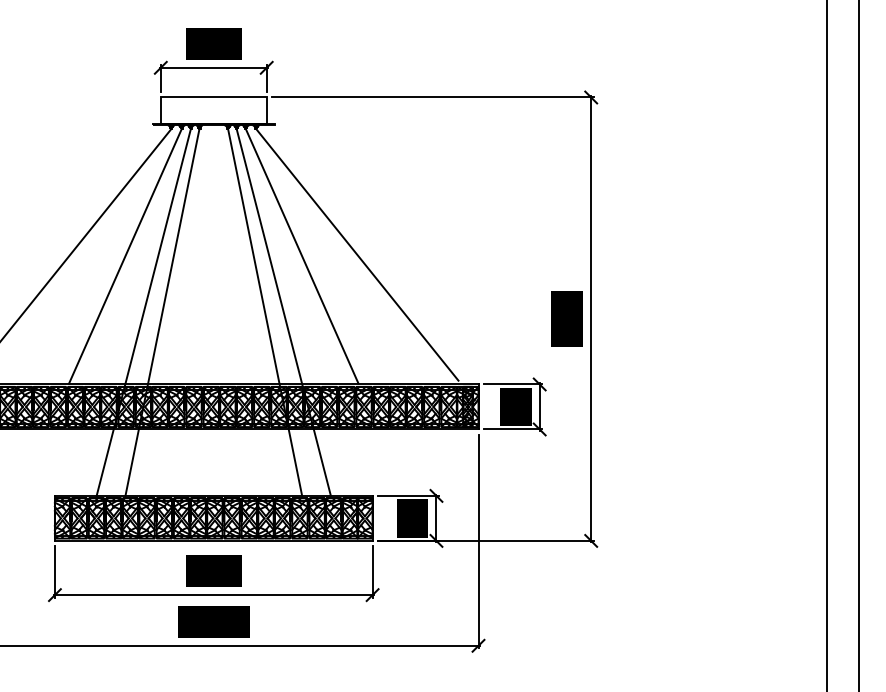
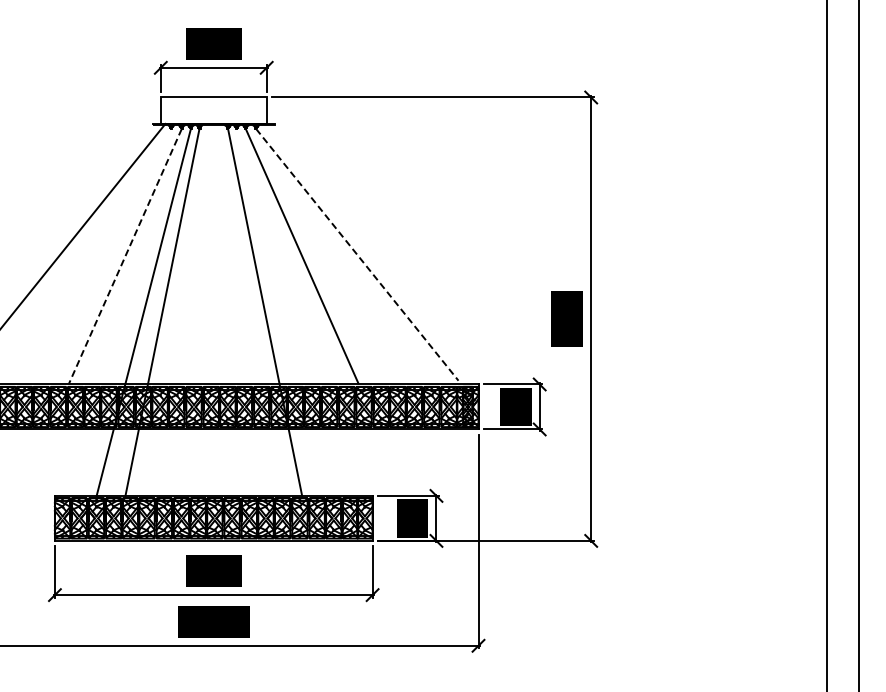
line at (86, 233) position: (86, 233) -> (83, 224)
line at (357, 254): solid -> dashed
line at (125, 256): solid -> dashed
line at (283, 311): present -> none
